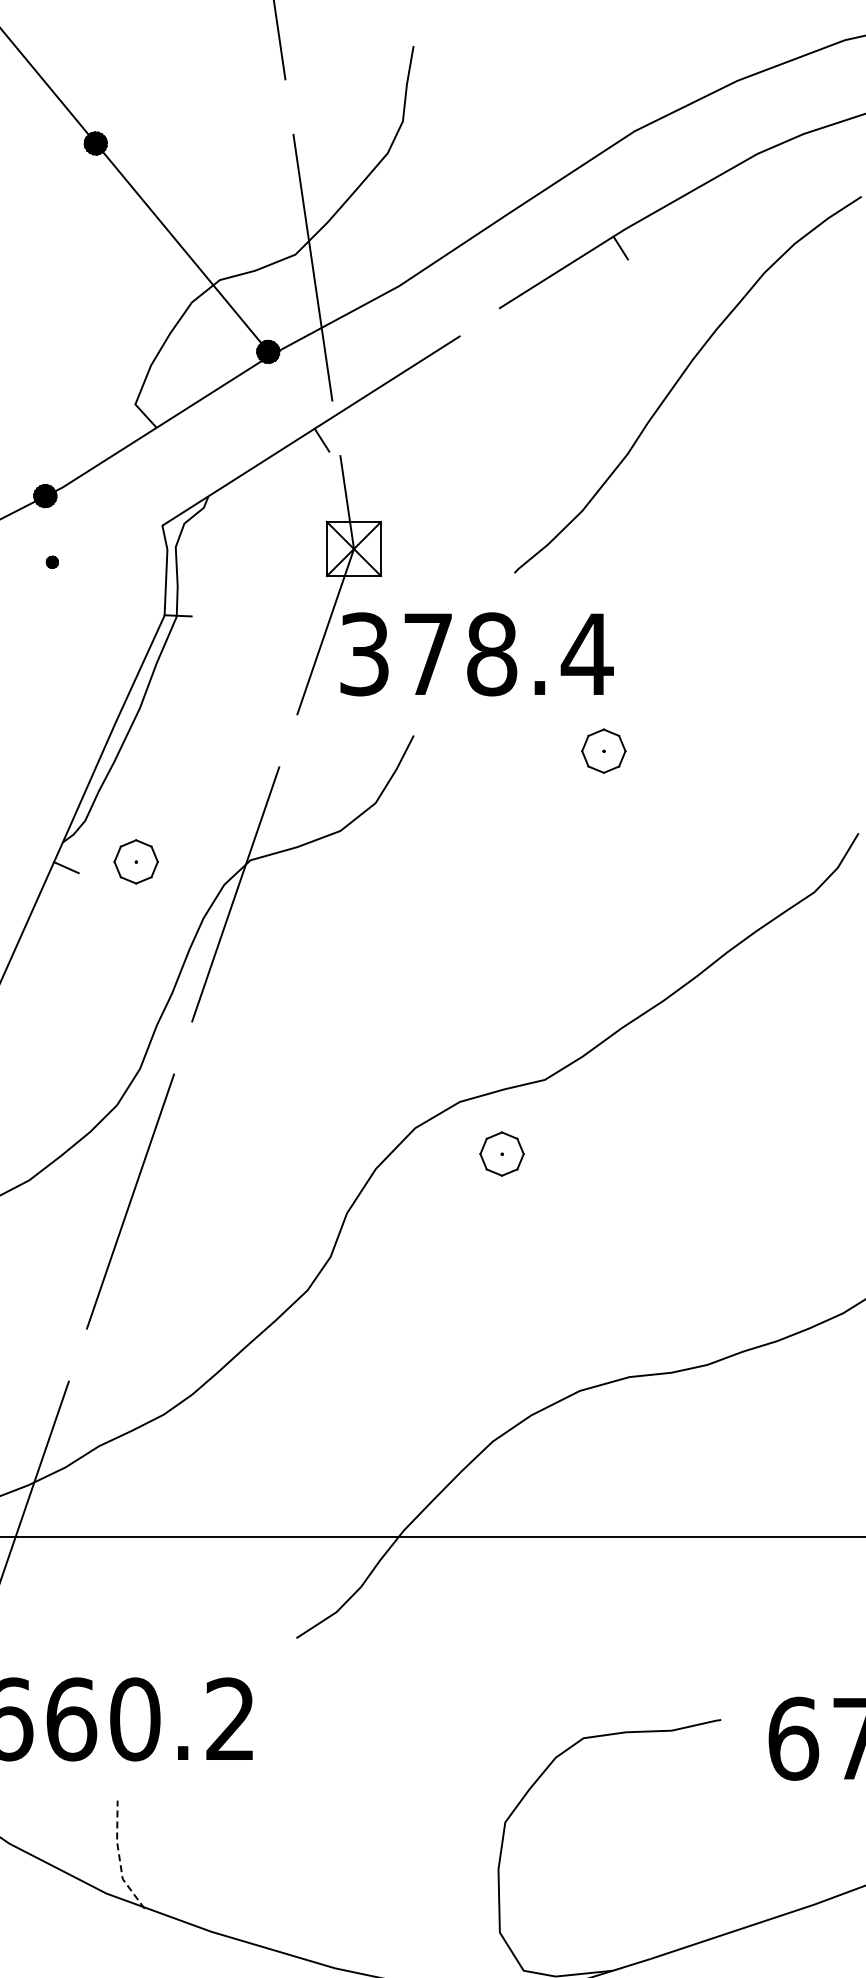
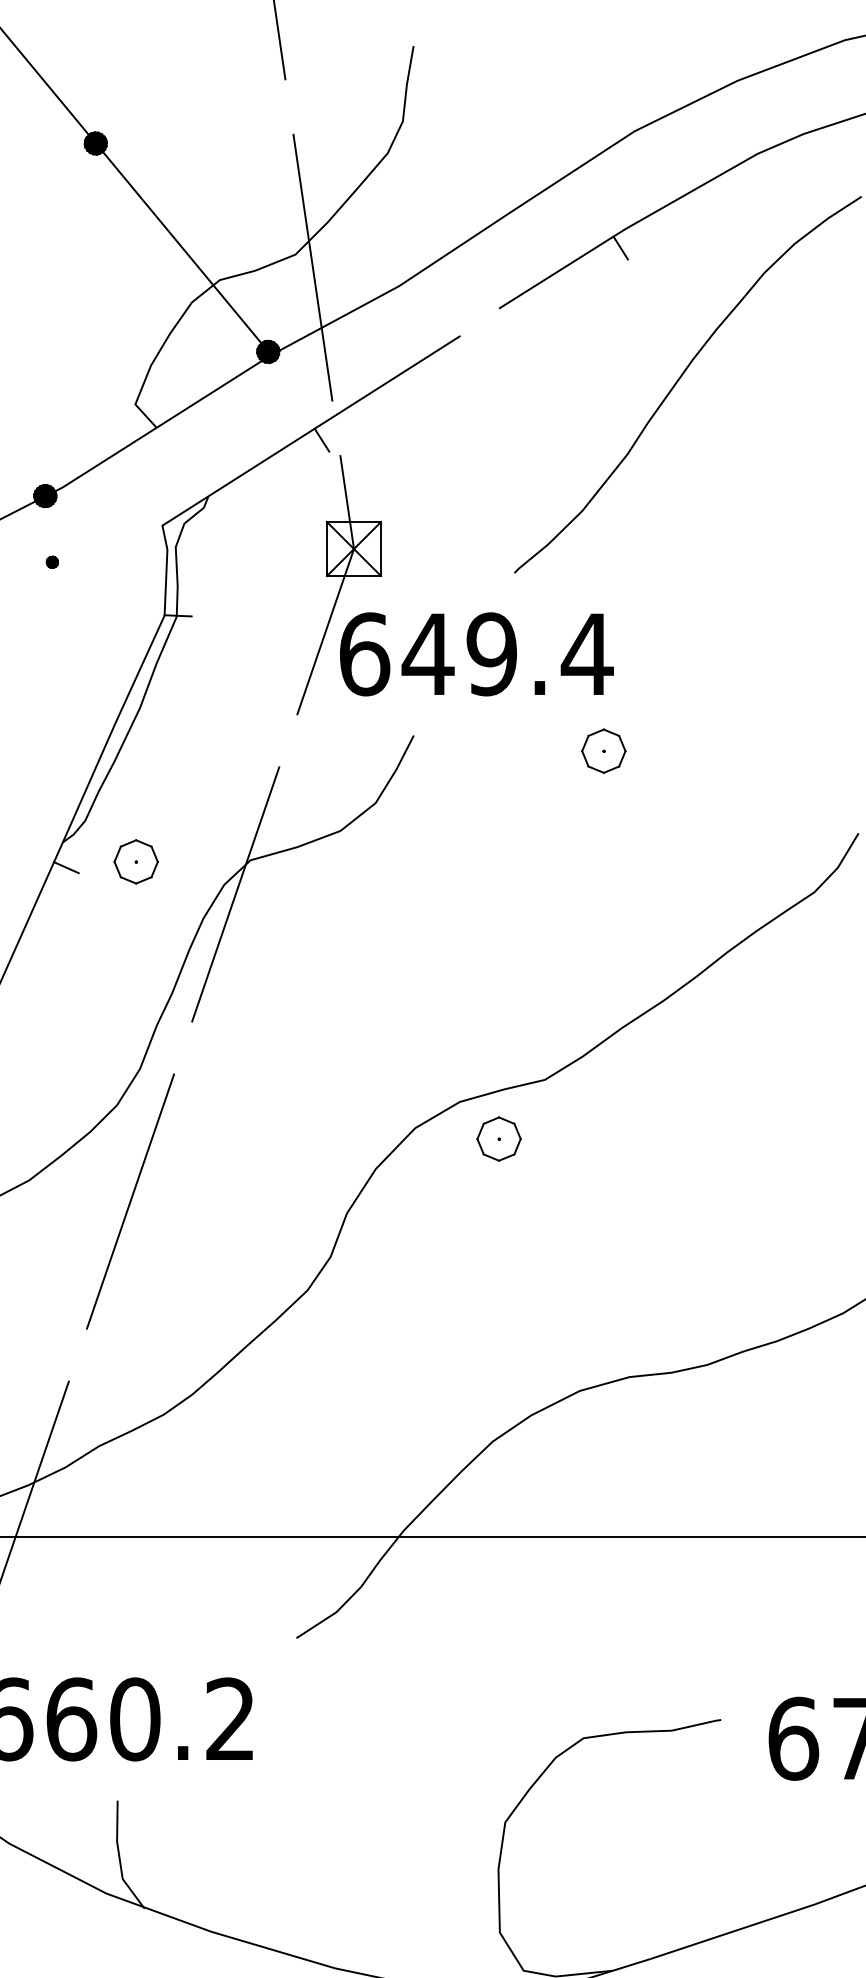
text at (428, 654): 378.4 -> 649.4
part at (501, 1153) position: (501, 1153) -> (498, 1138)
line at (119, 1857): dashed -> solid
